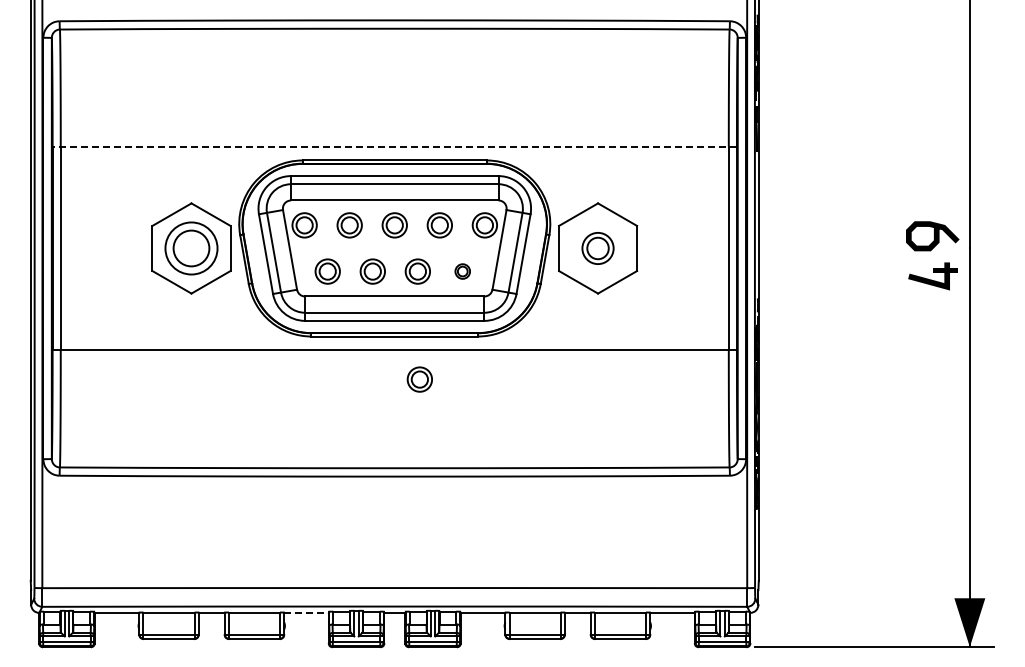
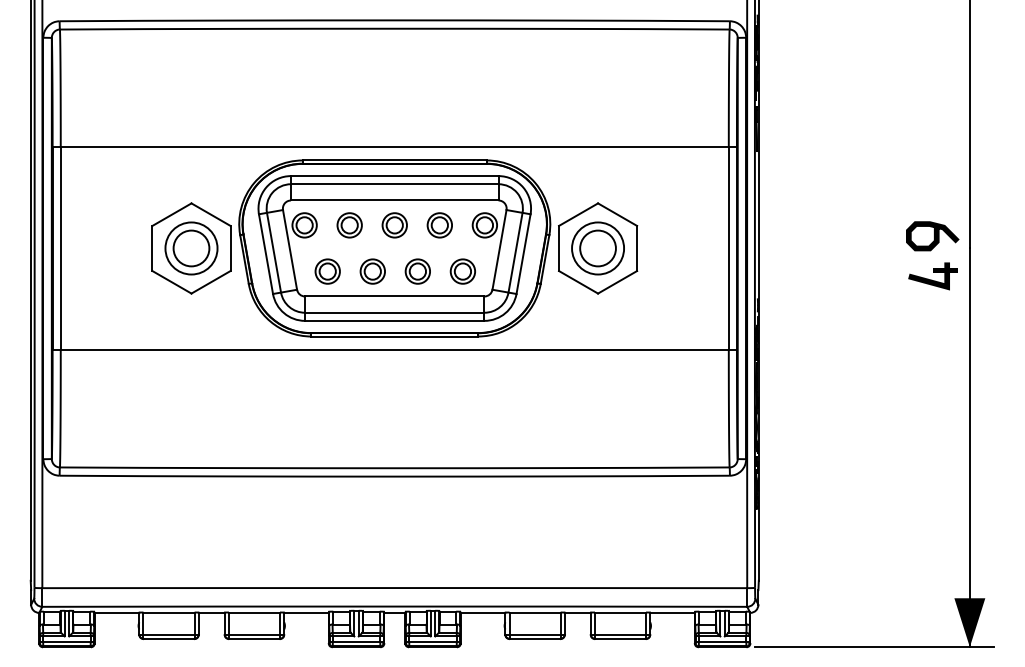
line at (394, 146): dashed -> solid
part at (597, 248) size: 34x33 px -> 54x55 px
part at (462, 271) size: 17x17 px -> 27x27 px
part at (419, 379): present -> none
line at (307, 612): dashed -> solid
